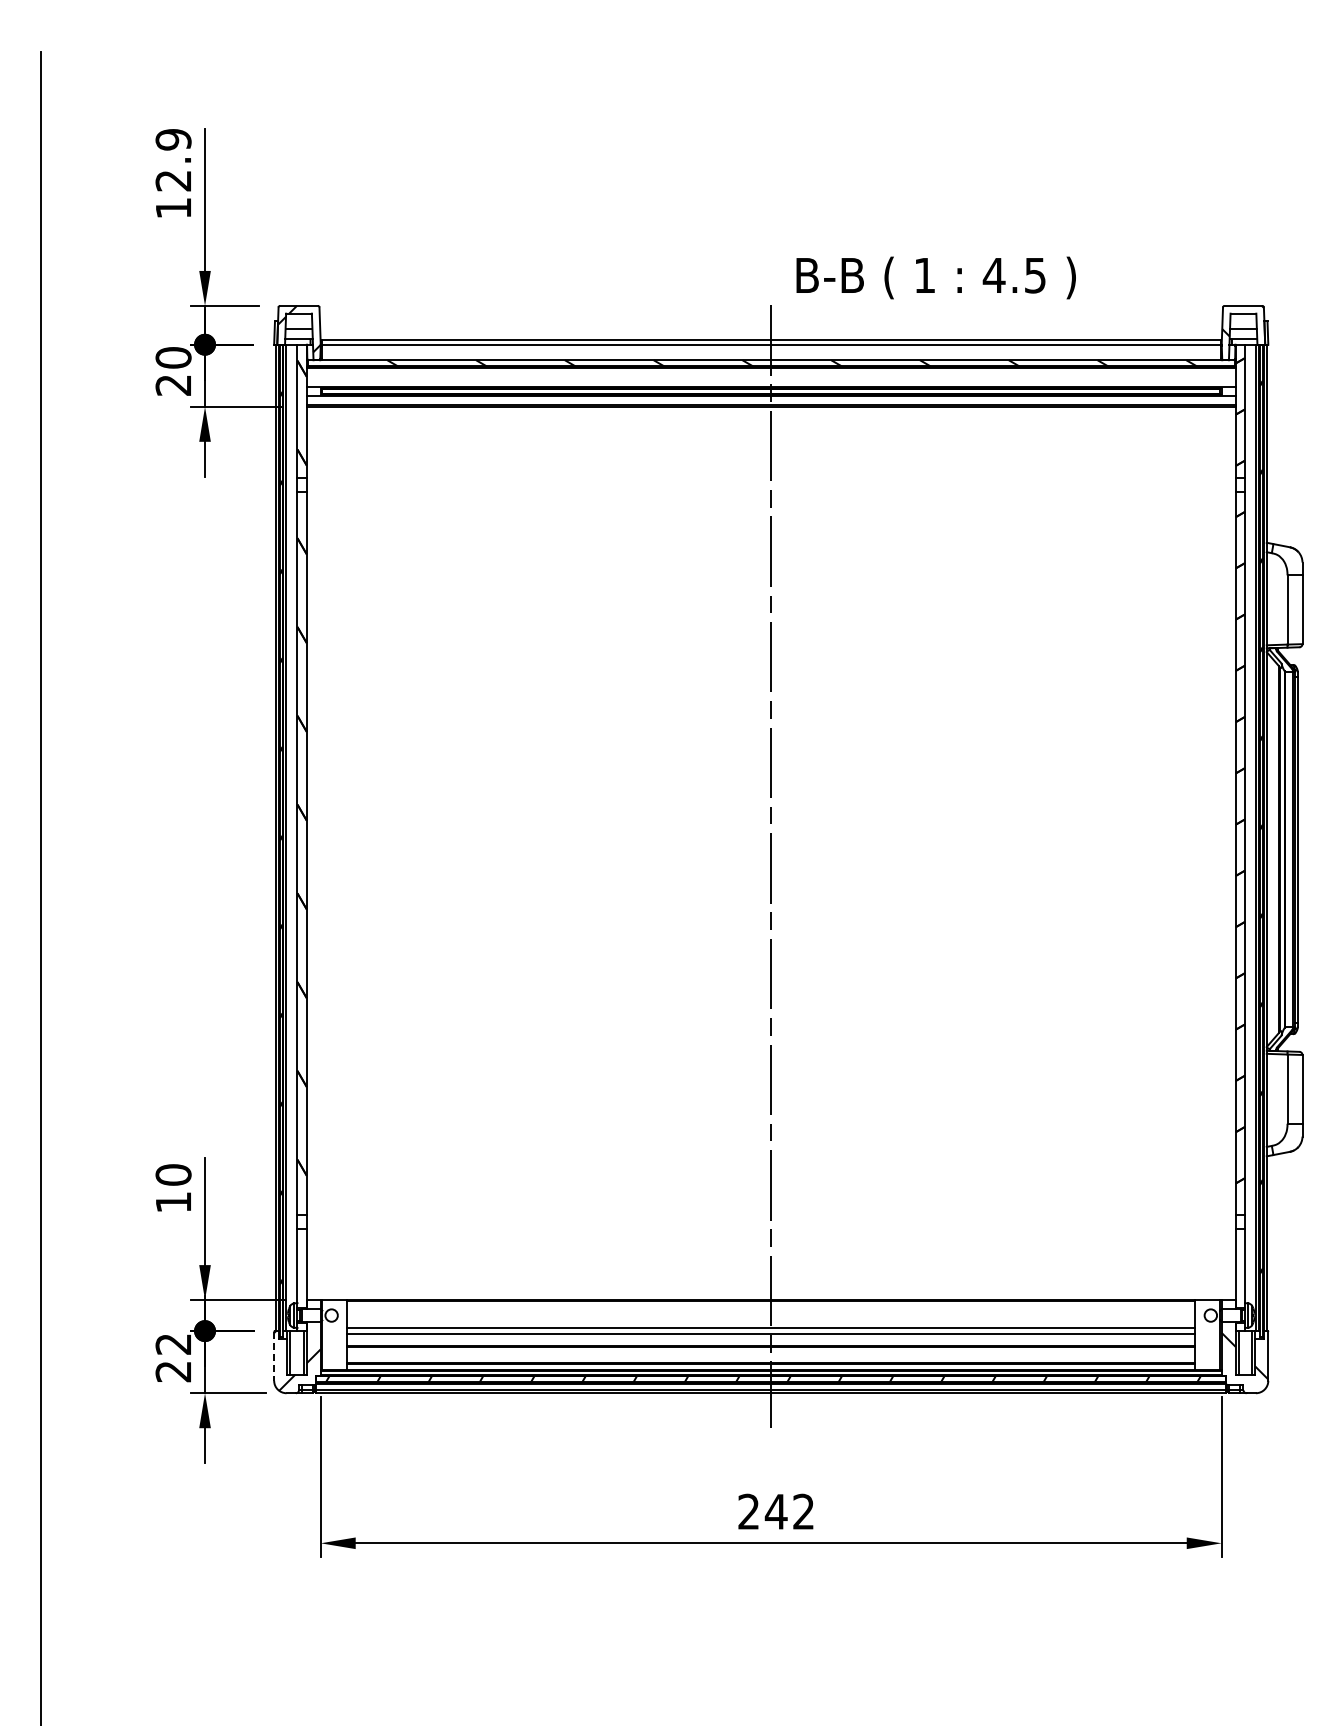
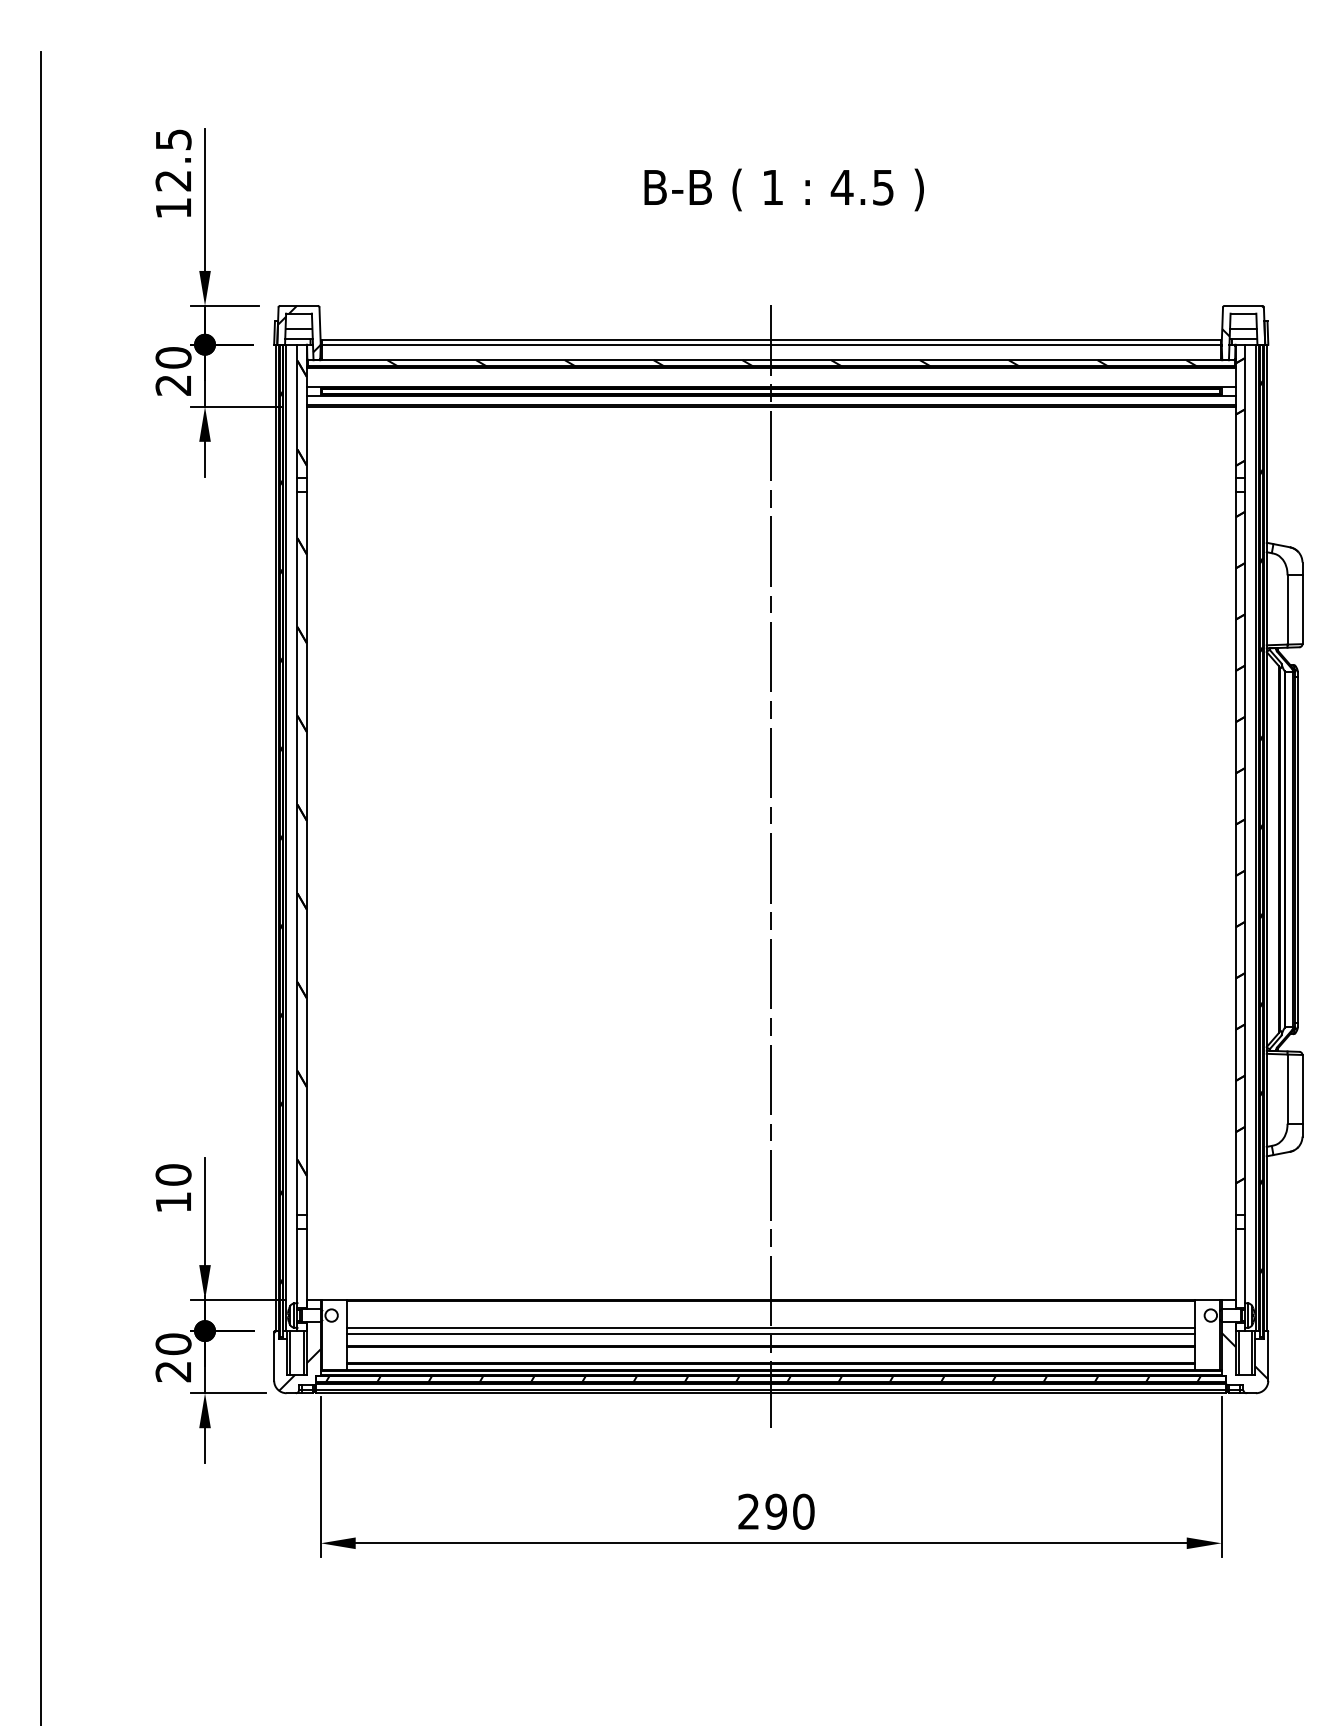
text at (173, 139): 12.9 -> 12.5
text at (935, 277) position: (935, 277) -> (783, 189)
text at (173, 1344): 22 -> 20
line at (274, 1356): dashed -> solid
text at (789, 1511): 242 -> 290
